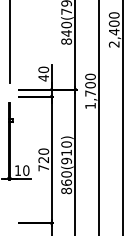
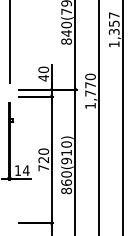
text at (113, 29): 2,400 -> 1,357
text at (90, 85): 1,700 -> 1,770
text at (25, 170): 10 -> 14
